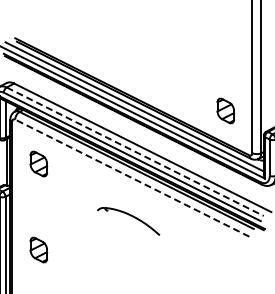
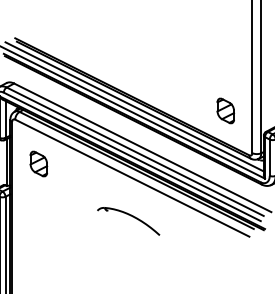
line at (135, 151): dashed -> solid
line at (132, 178): dashed -> solid
part at (38, 249): present -> none
